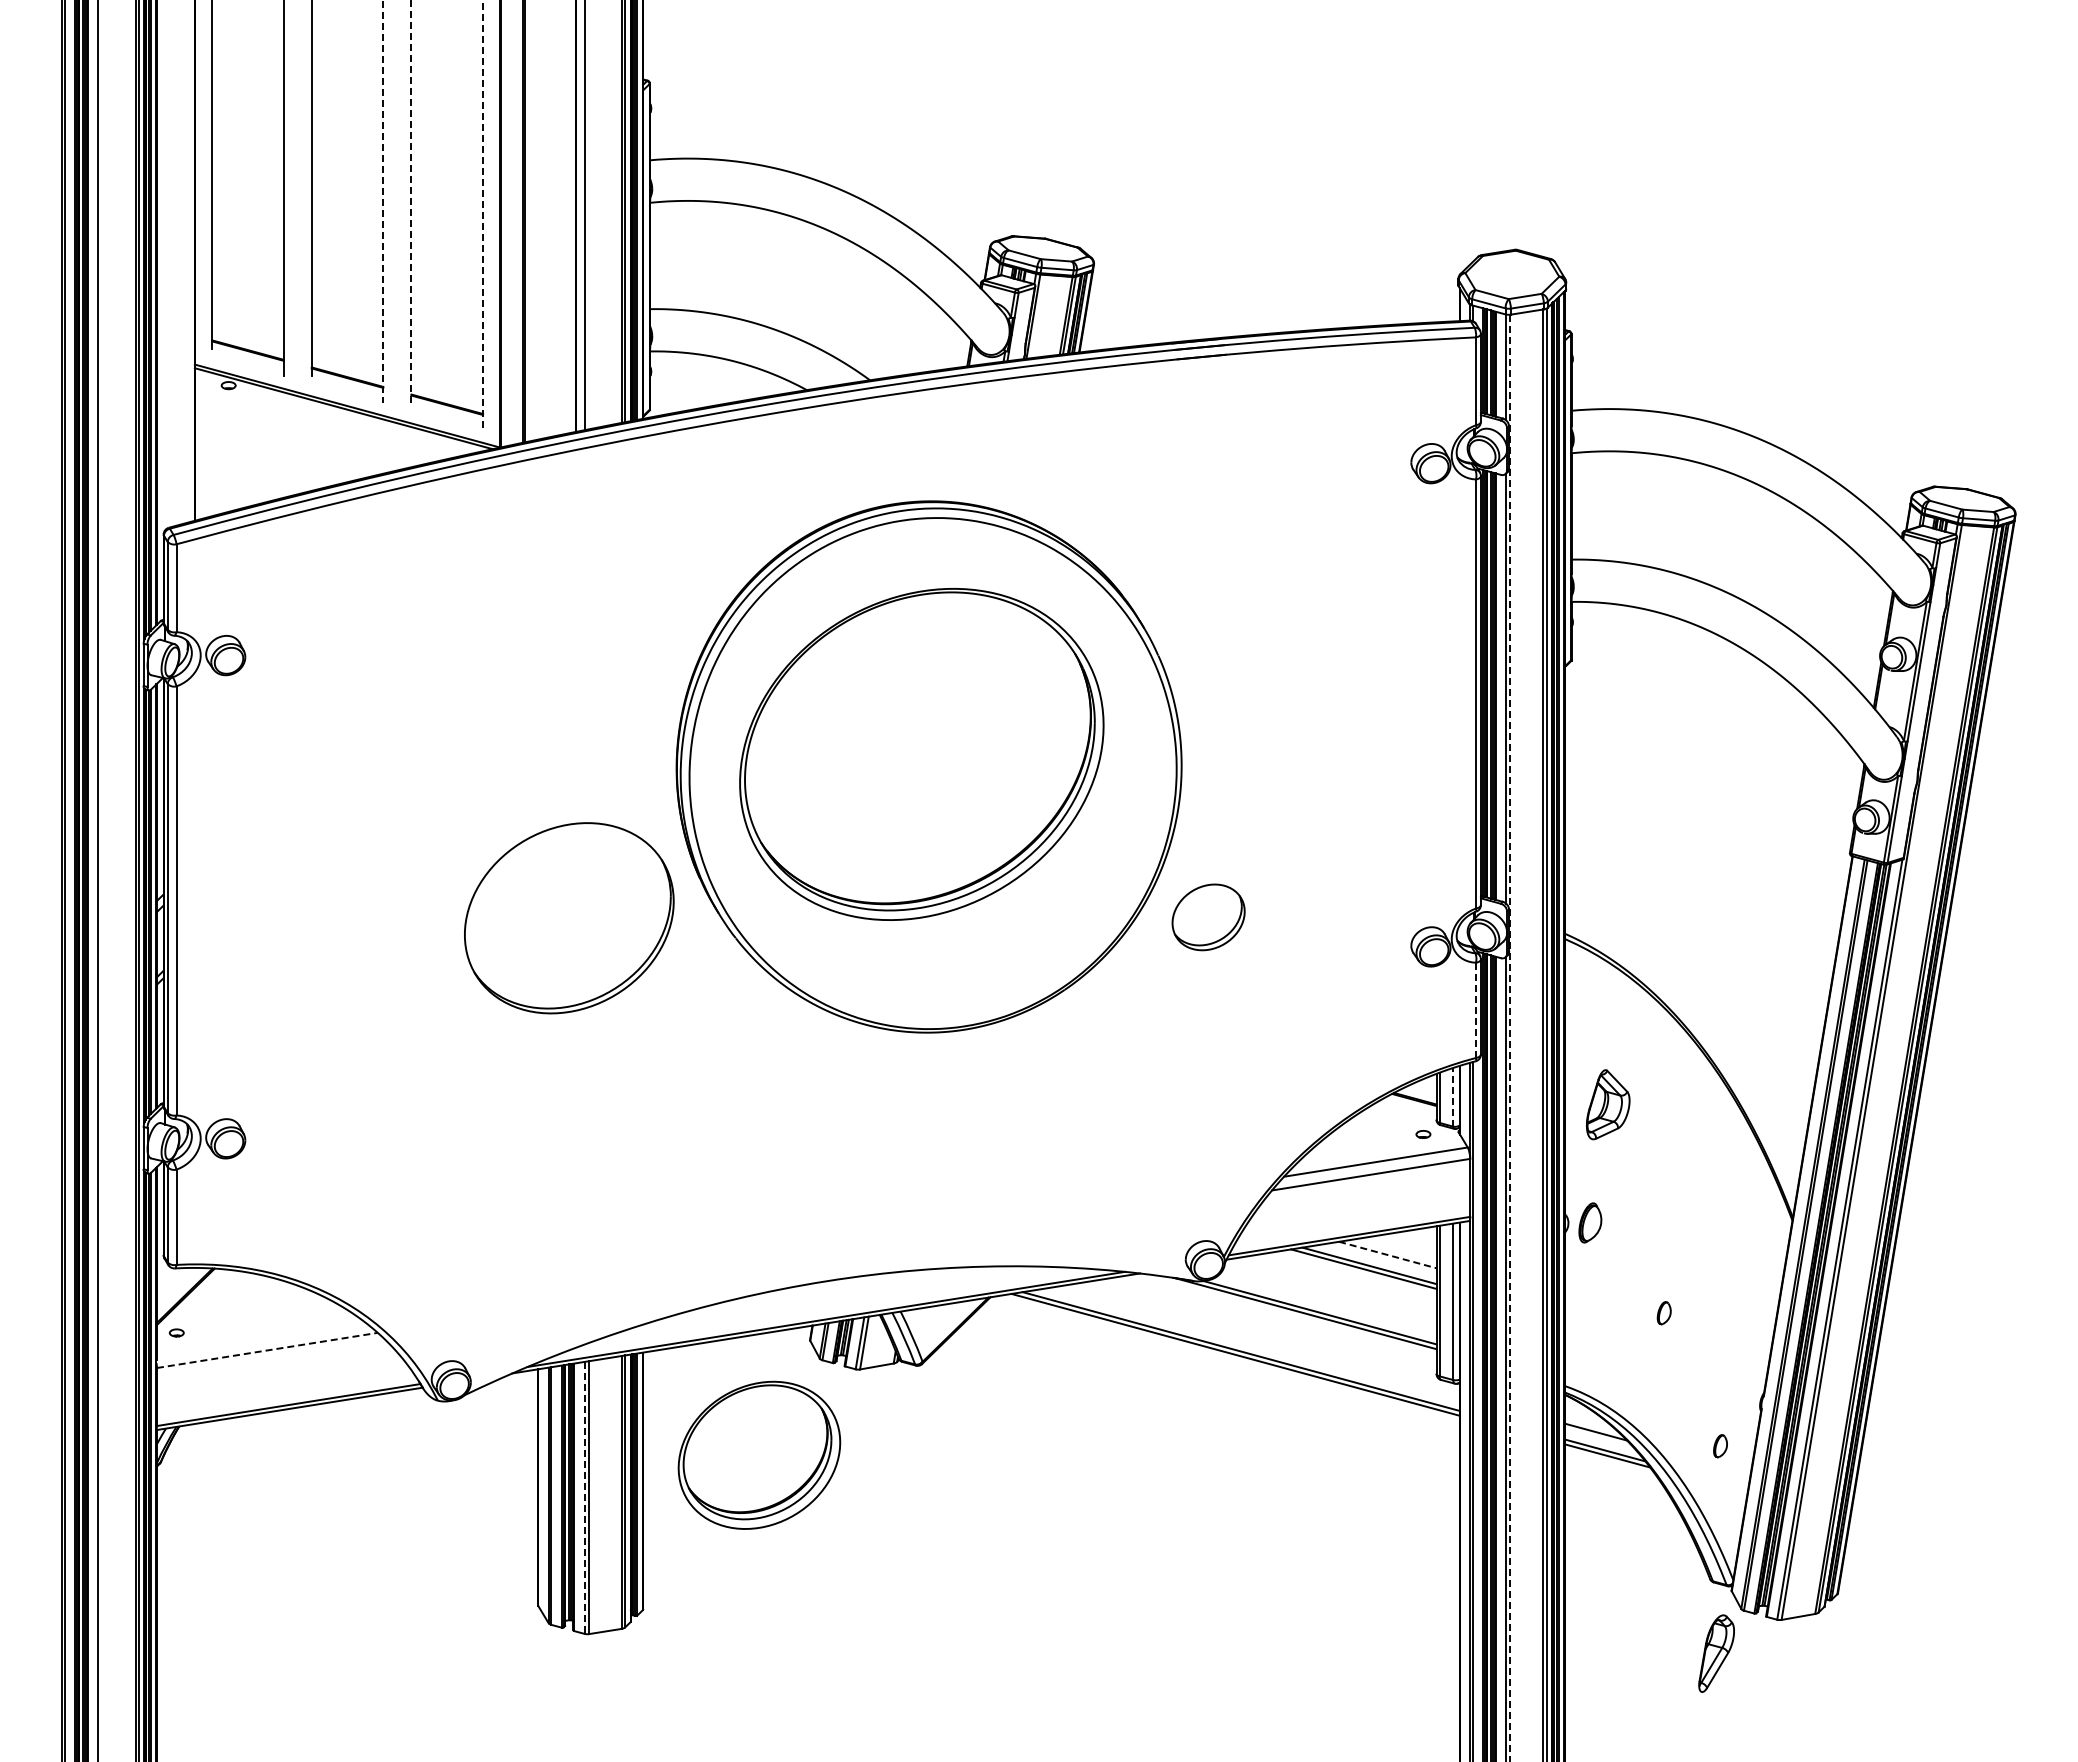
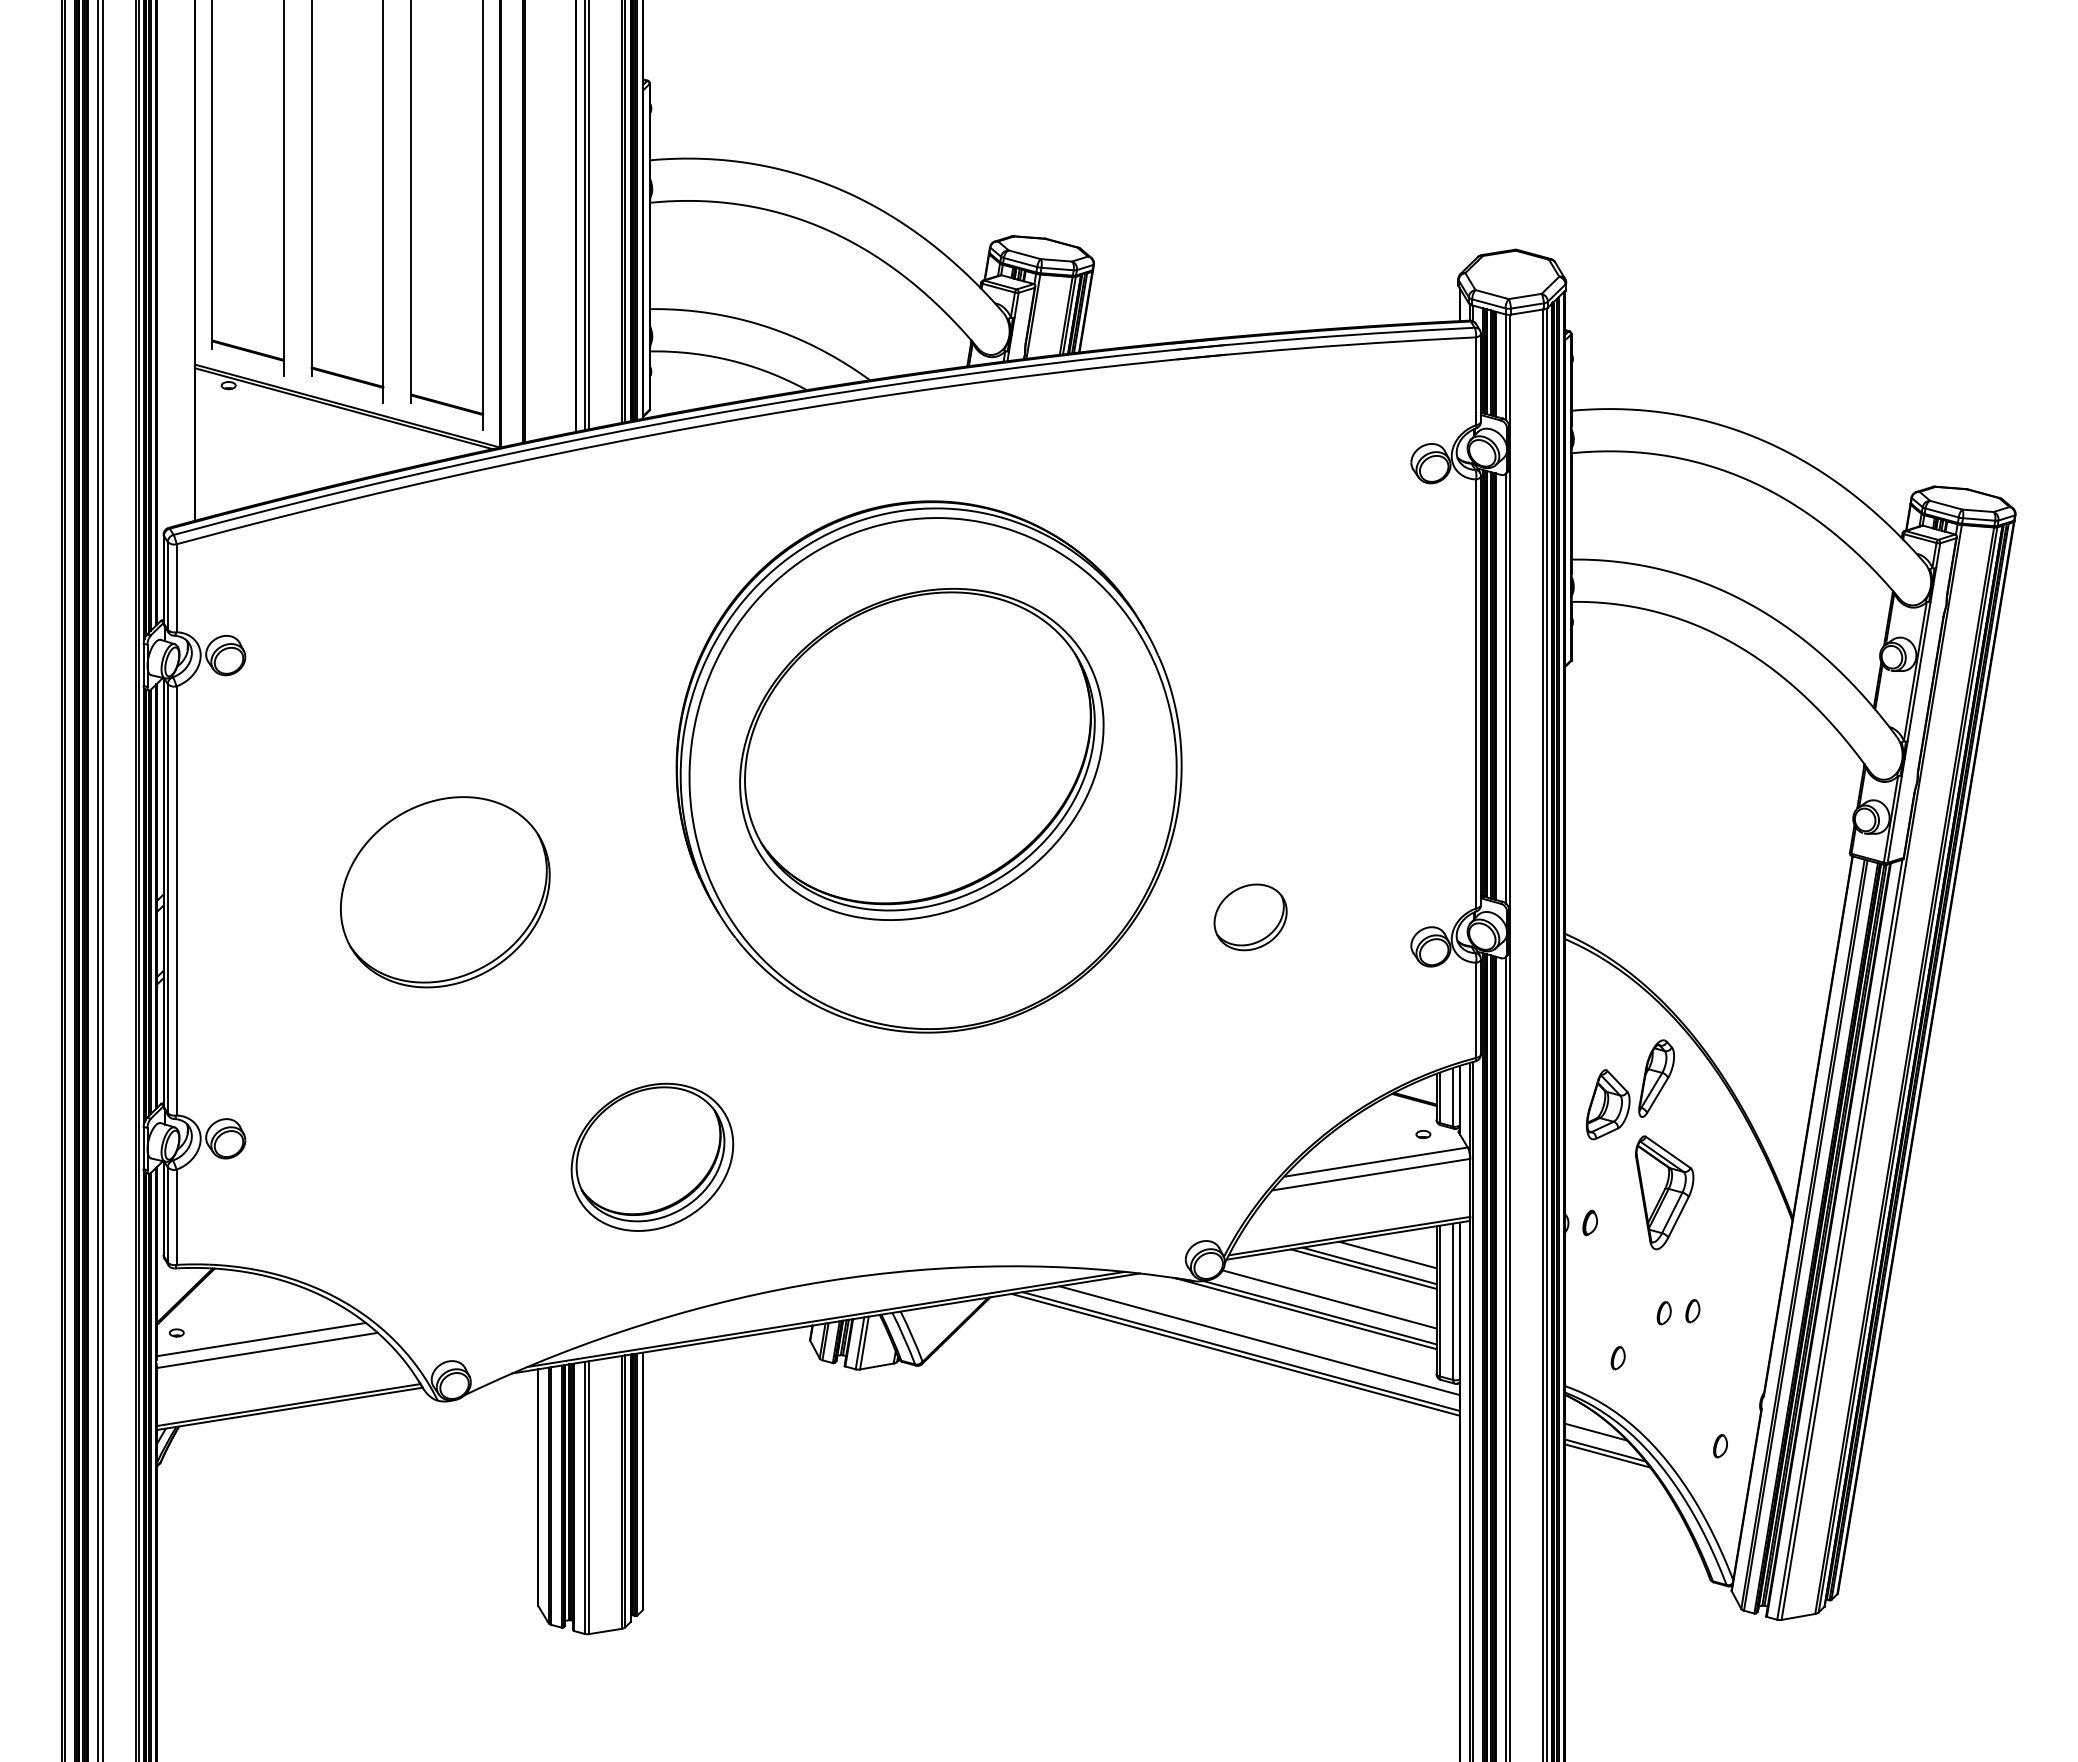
line at (411, 201): dashed -> solid
line at (383, 202): dashed -> solid
line at (483, 215): dashed -> solid
line at (588, 215): none -> present
line at (102, 880): none -> present
part at (1208, 917) position: (1208, 917) -> (1250, 917)
part at (569, 918) position: (569, 918) -> (445, 892)
line at (1475, 1010): dashed -> solid
line at (1510, 1038): dashed -> solid
line at (1453, 1096): dashed -> solid
part at (1664, 1192): none -> present
part at (1590, 1222) size: 25x42 px -> 16x28 px
line at (1388, 1255): dashed -> solid
line at (1329, 1299): none -> present
part at (1692, 1311): none -> present
line at (261, 1339): none -> present
line at (1259, 1340): none -> present
line at (267, 1350): dashed -> solid
part at (1617, 1358): none -> present
part at (759, 1454) position: (759, 1454) -> (652, 1156)
line at (584, 1497): dashed -> solid
part at (1716, 1653) position: (1716, 1653) -> (1656, 1078)
